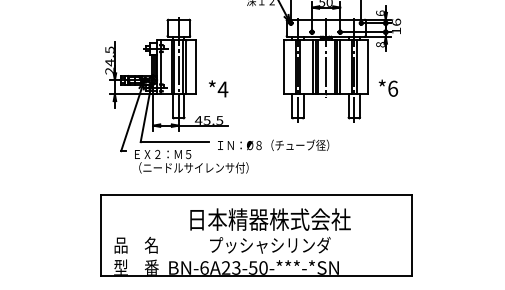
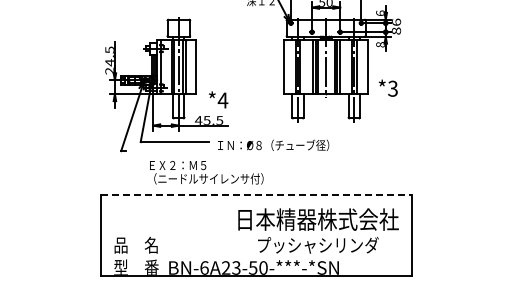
text at (396, 30): 16 -> 86
text at (218, 88) position: (218, 88) -> (218, 99)
text at (393, 88): *6 -> *3
text at (191, 161) position: (191, 161) -> (206, 172)
line at (256, 195): solid -> dashed
text at (270, 230) position: (270, 230) -> (318, 230)
